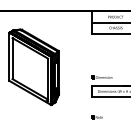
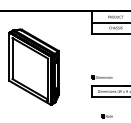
part at (96, 117) position: (96, 117) -> (106, 116)
